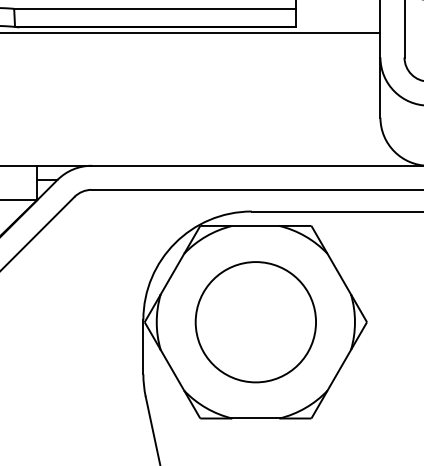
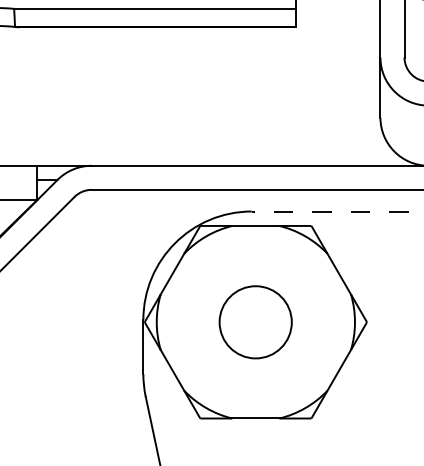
line at (191, 33): present -> none
line at (337, 211): solid -> dashed
circle at (255, 322) size: 123x123 px -> 75x75 px
